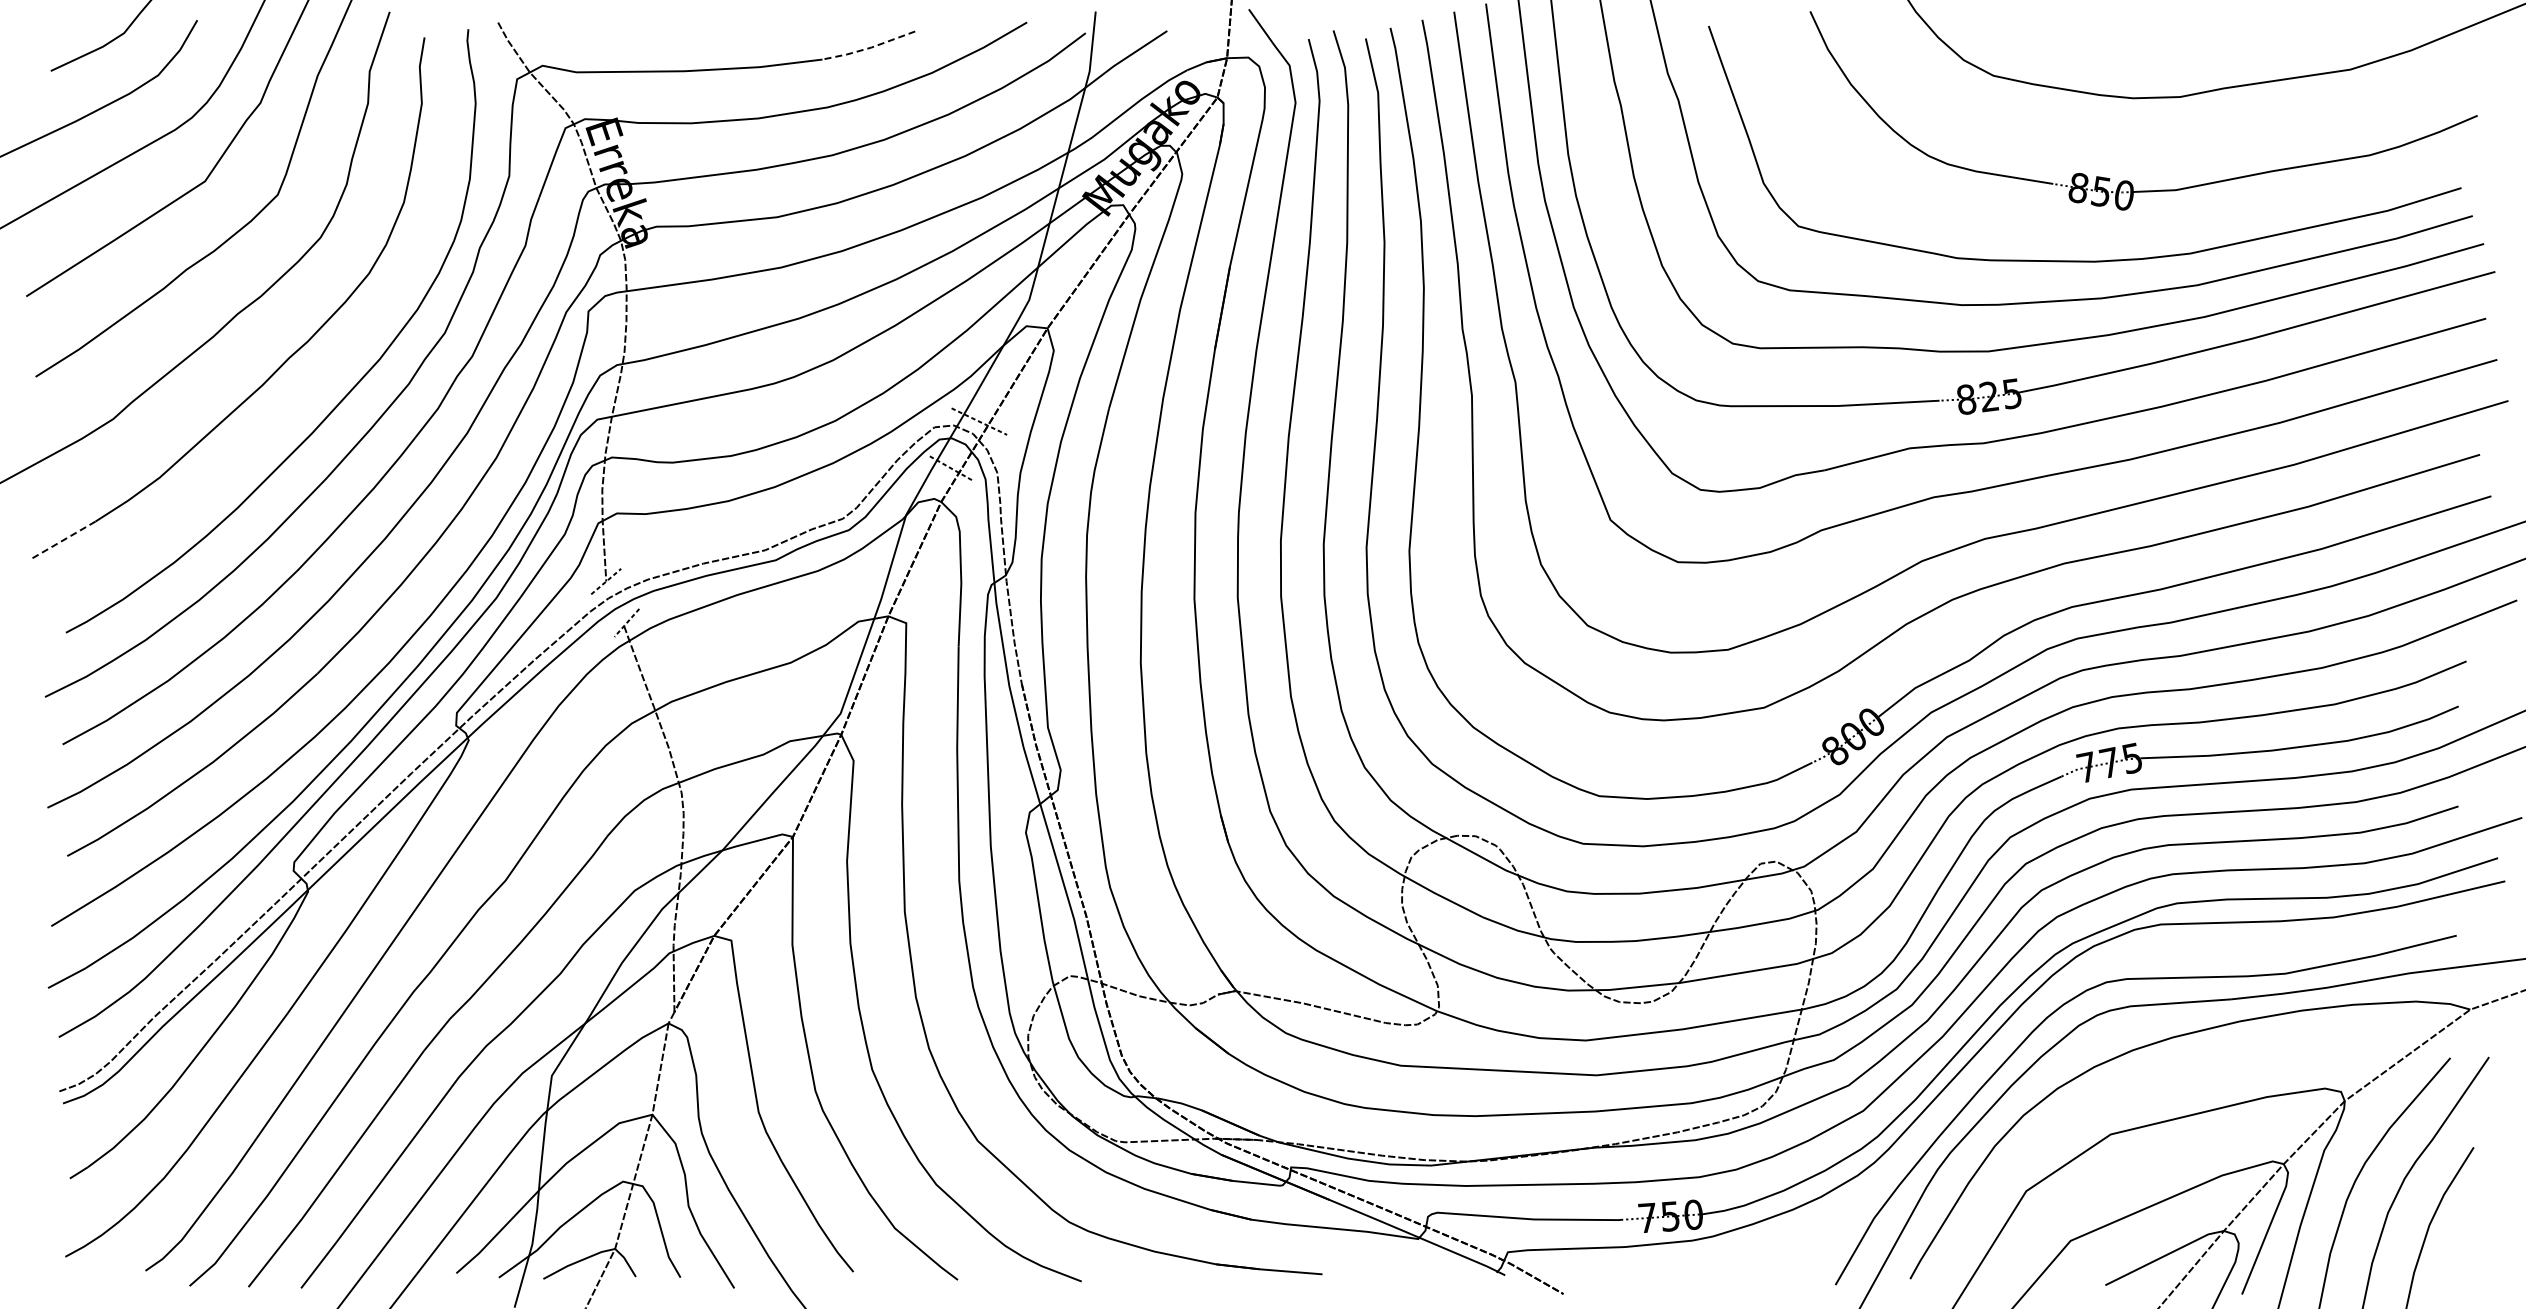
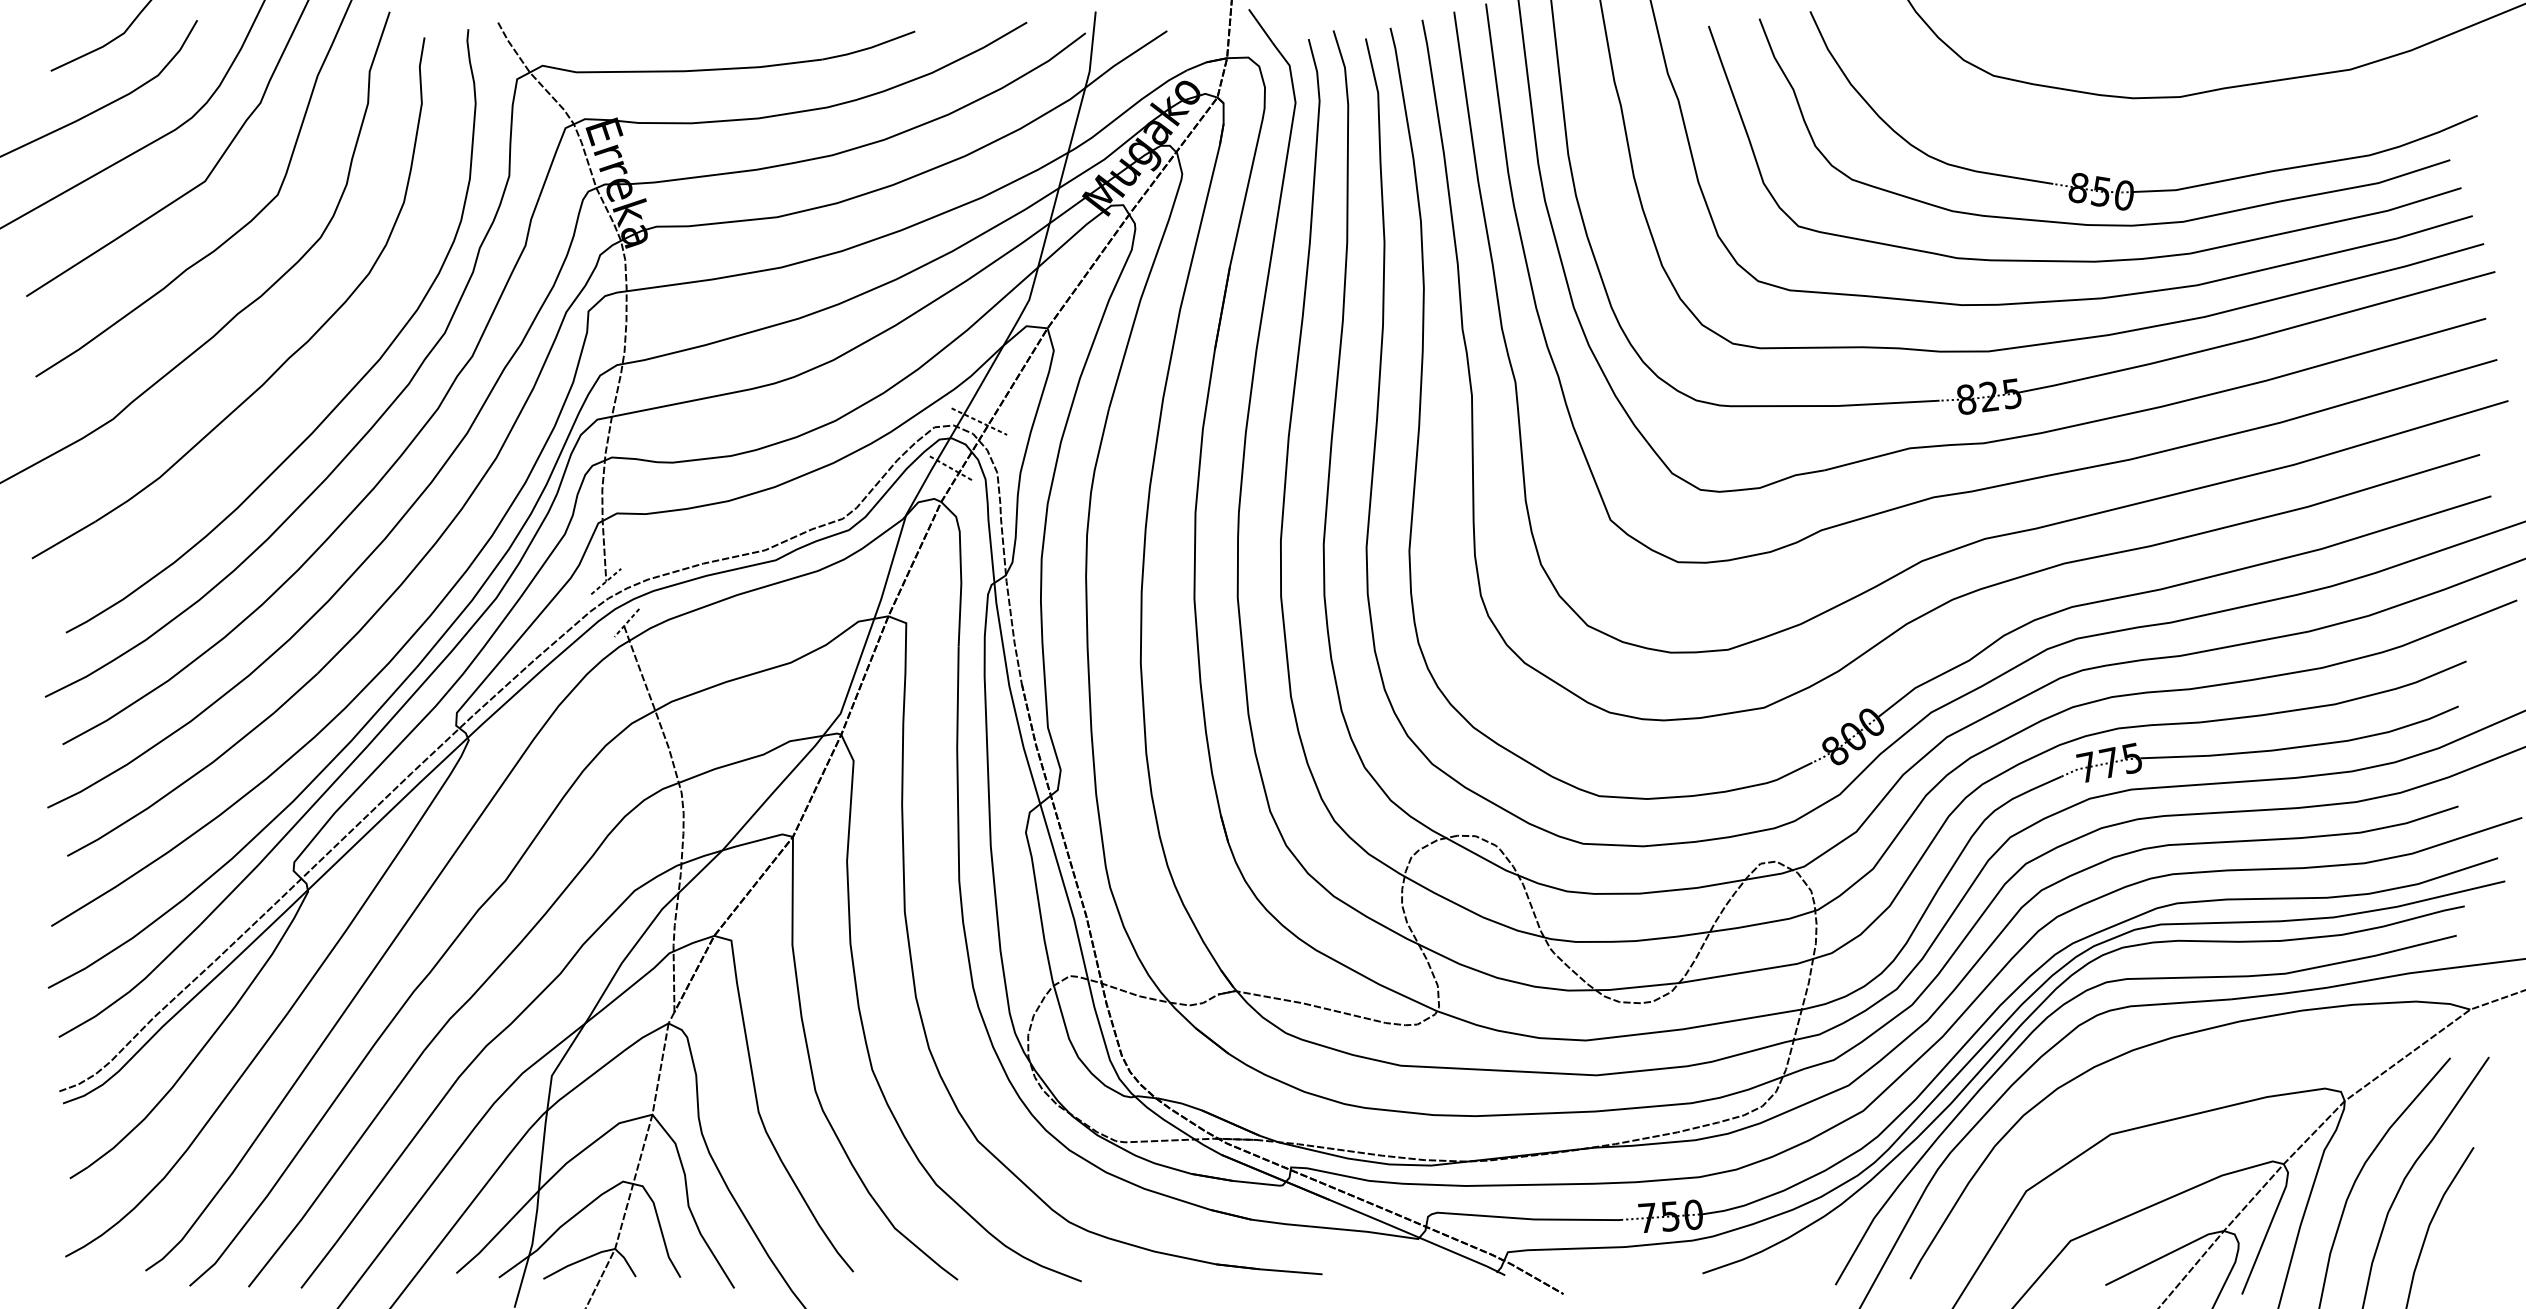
line at (868, 48): dashed -> solid
curve at (2104, 224): none -> present
line at (63, 540): dashed -> solid
curve at (2020, 1027): none -> present
